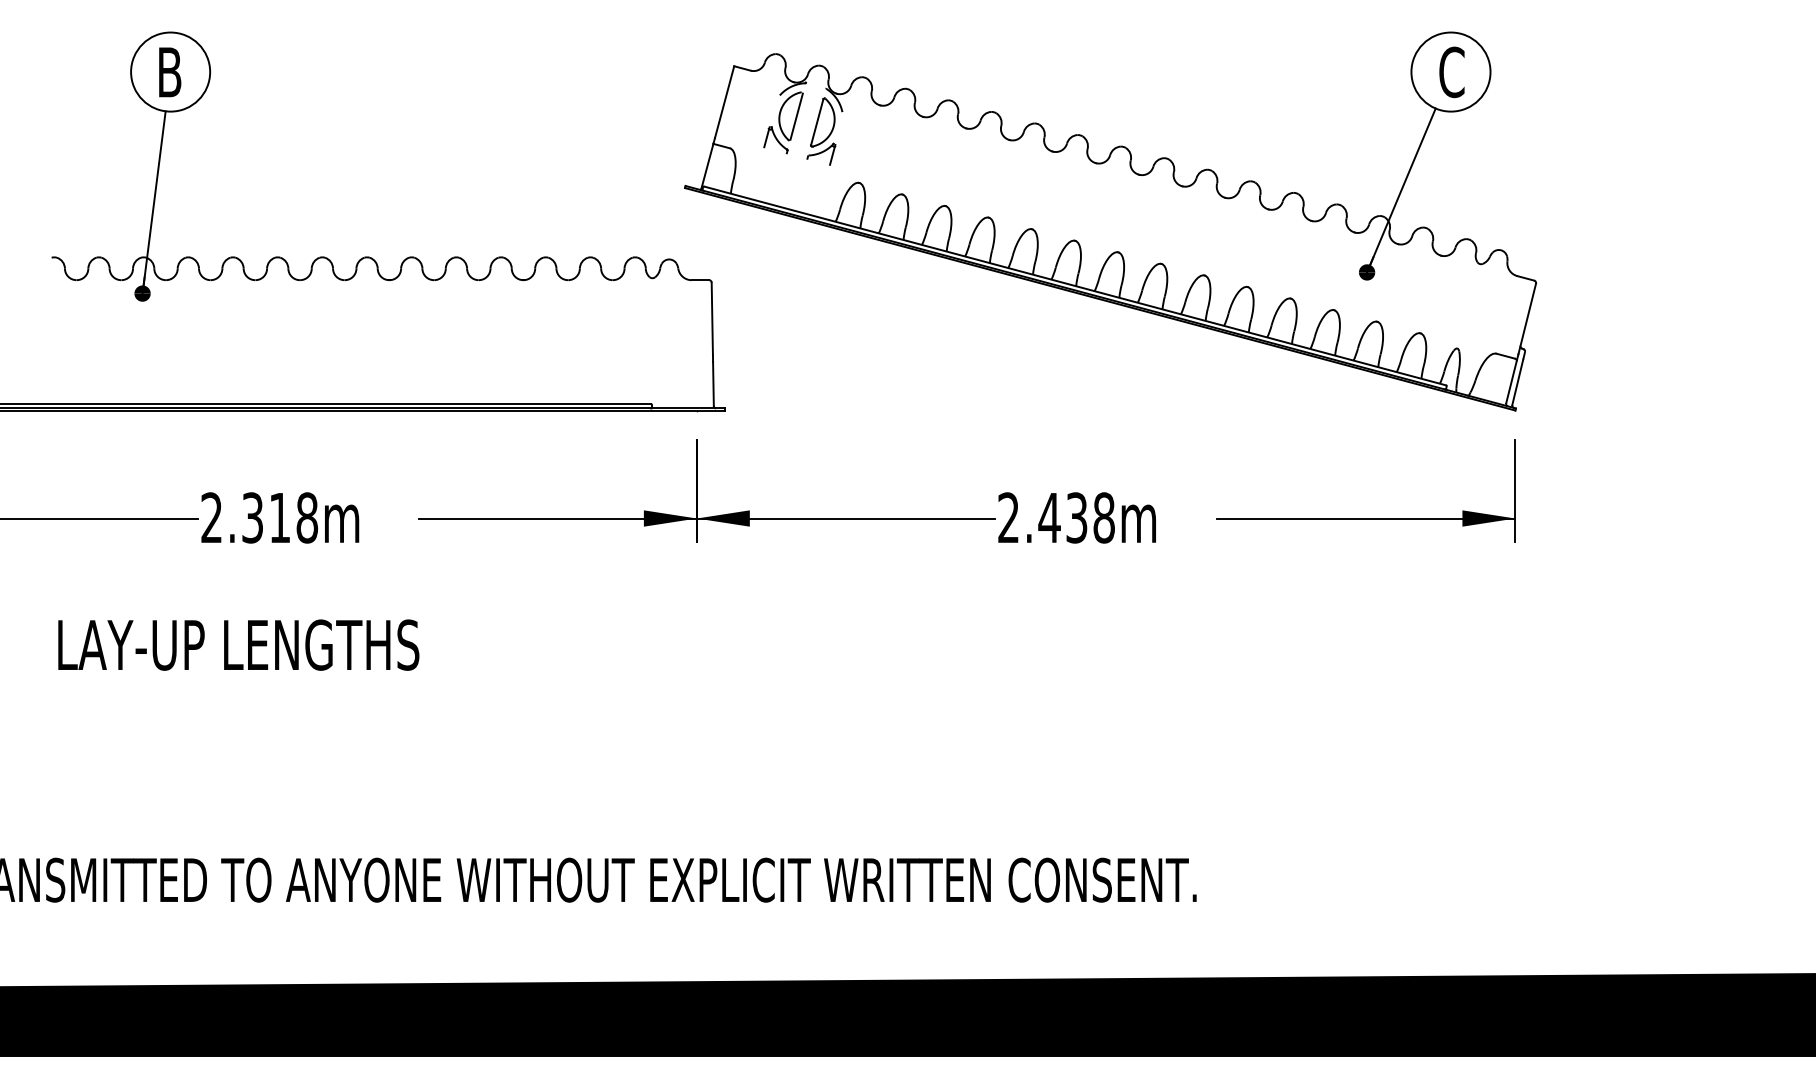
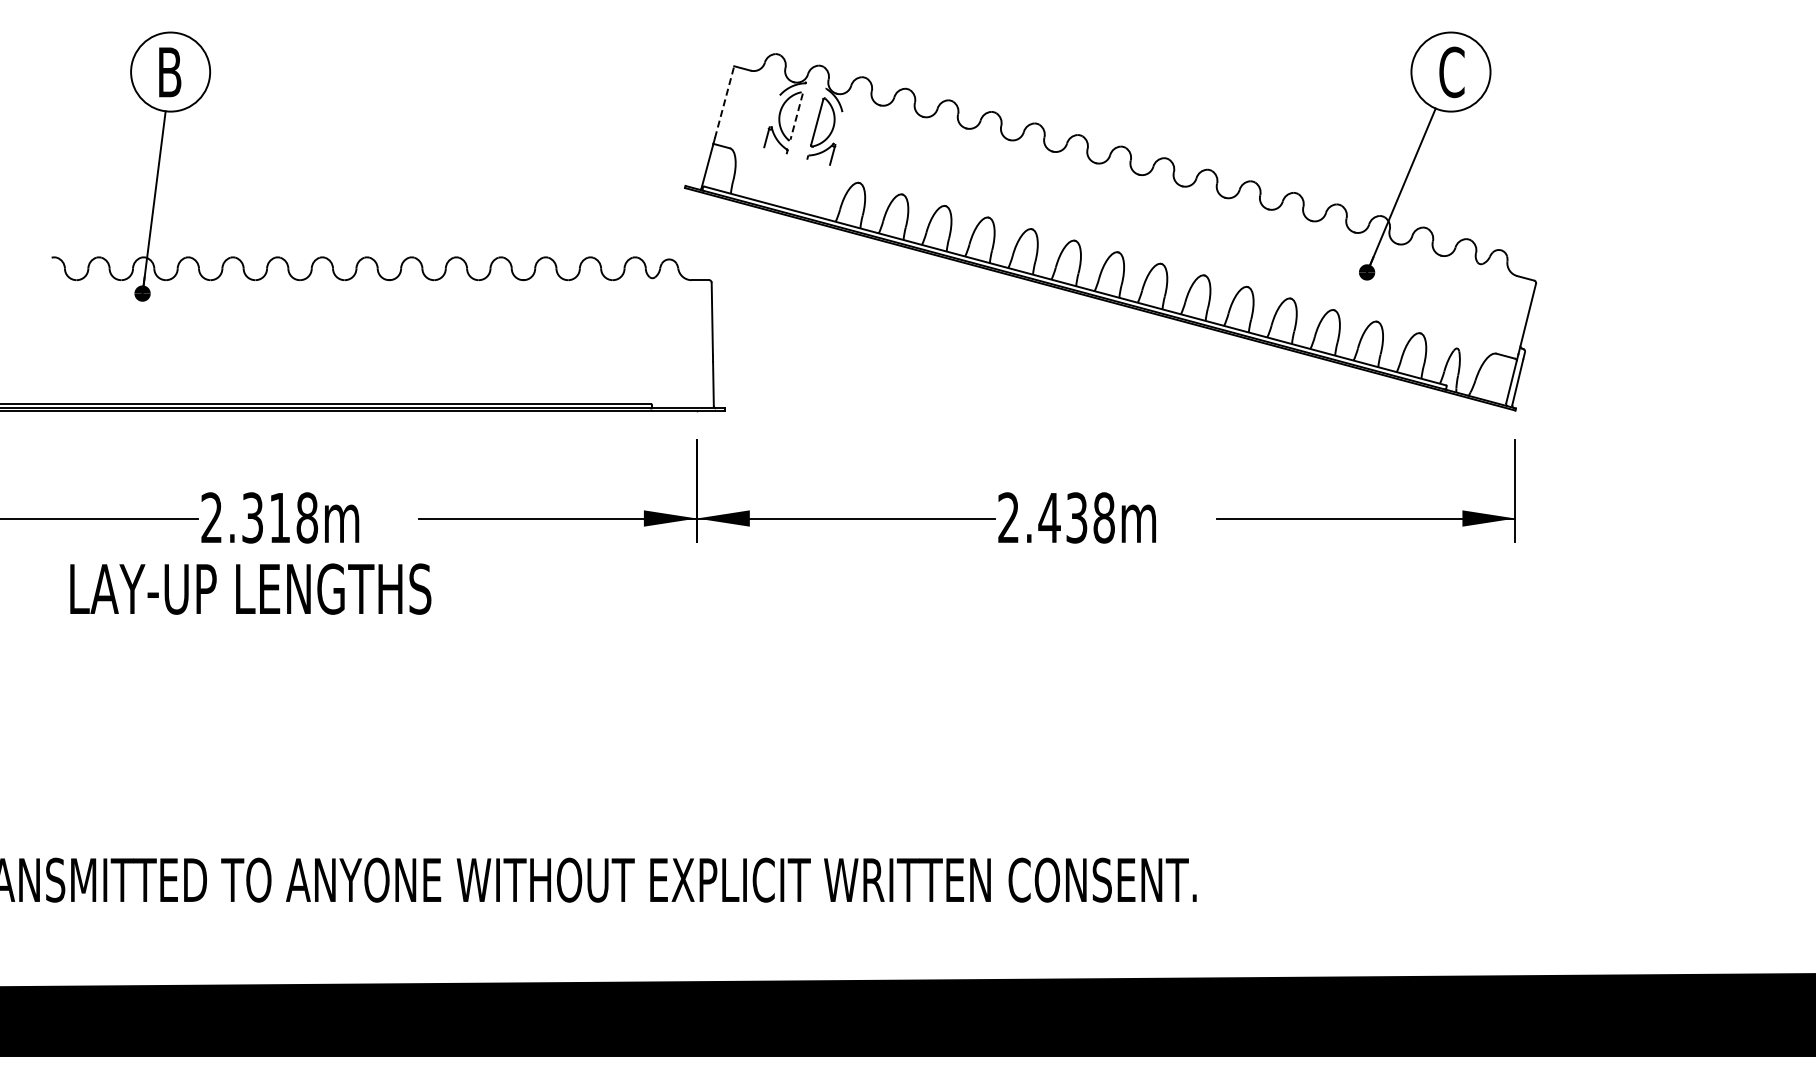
line at (724, 101): solid -> dashed
line at (796, 116): solid -> dashed
text at (238, 644) position: (238, 644) -> (250, 588)
